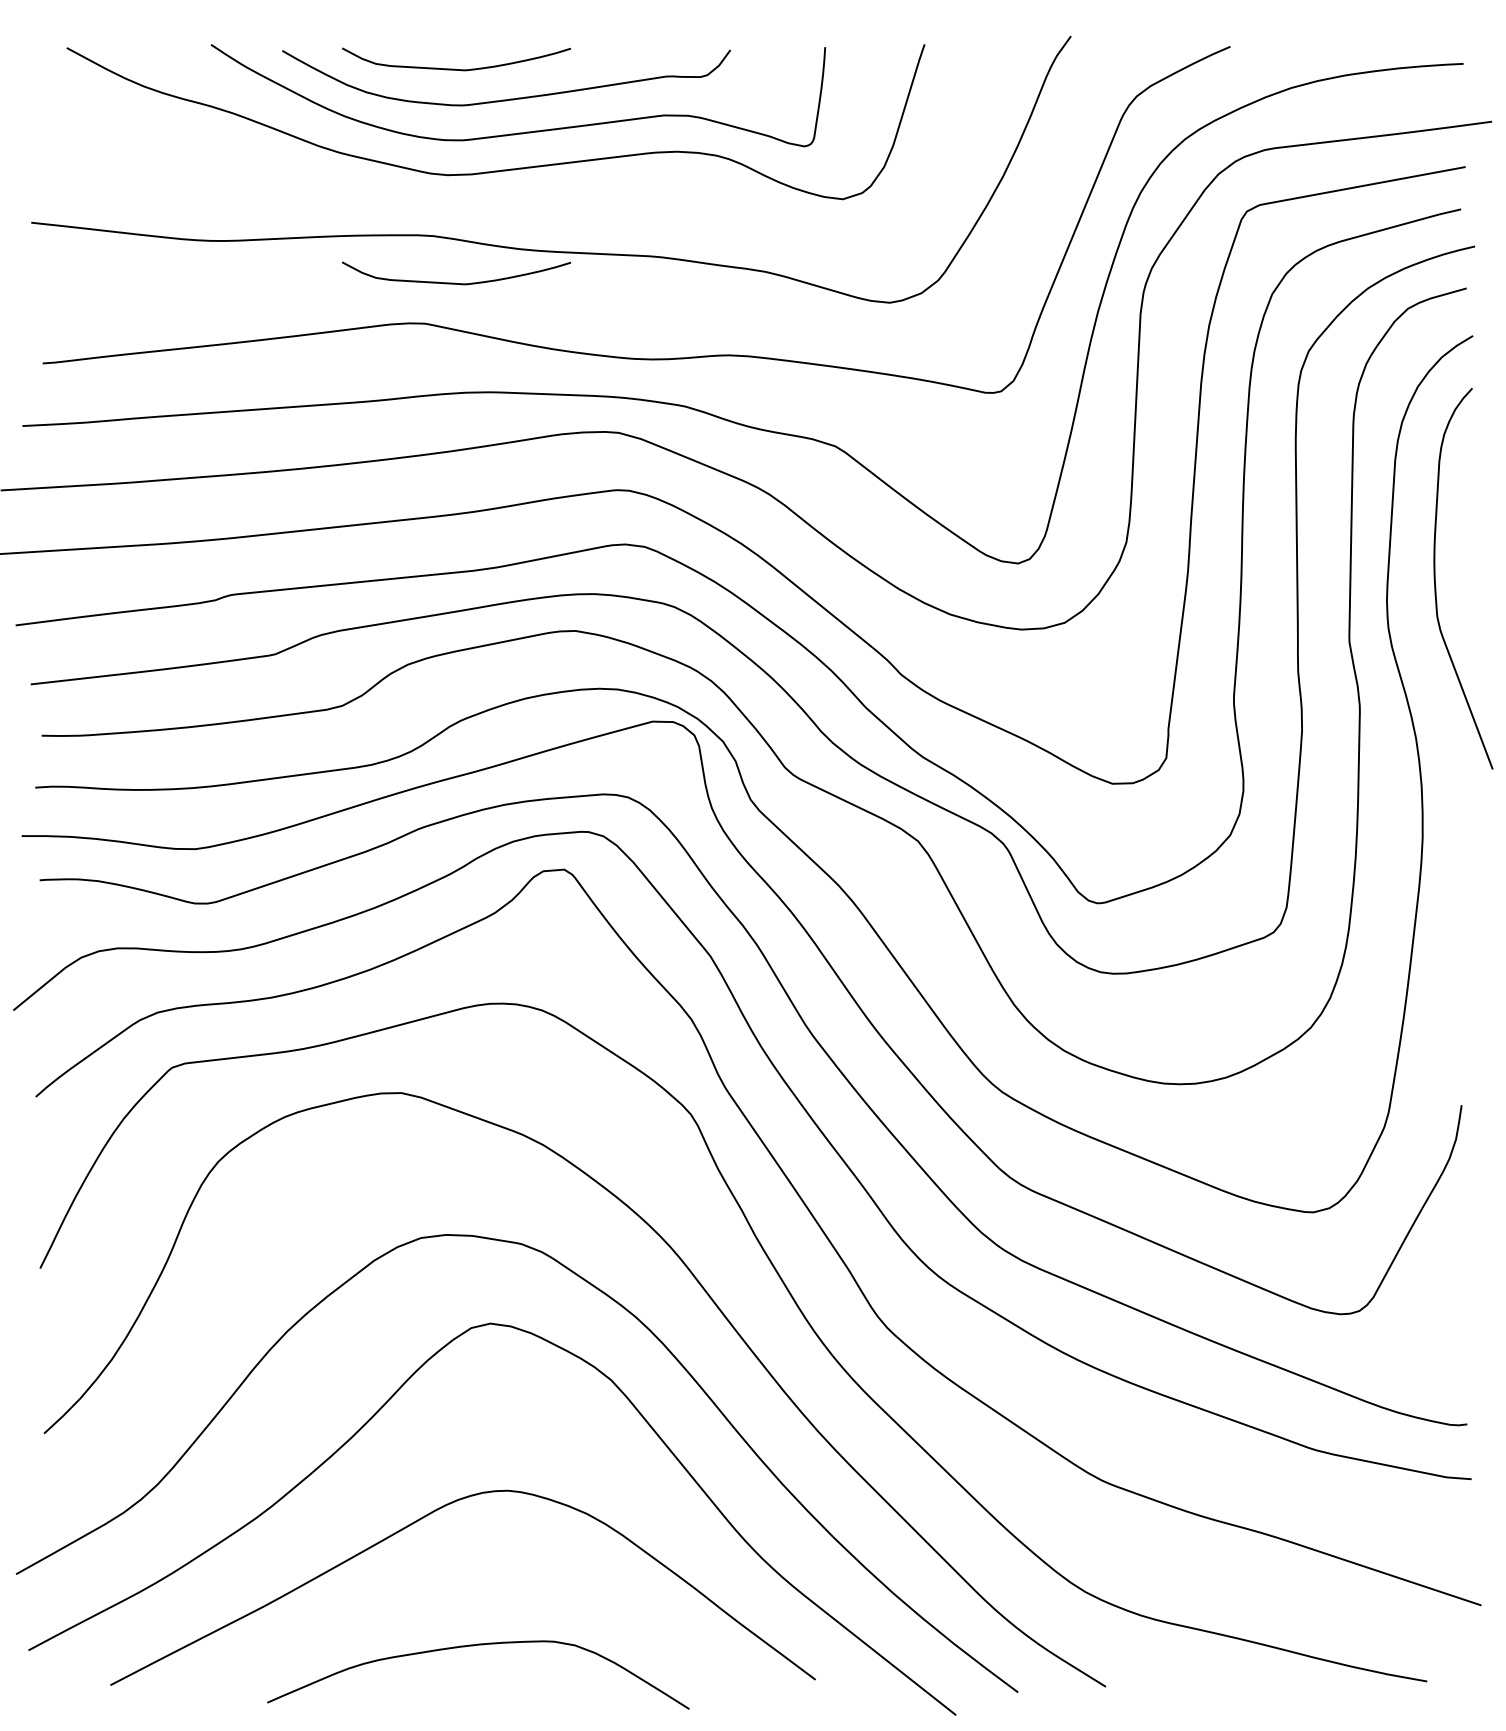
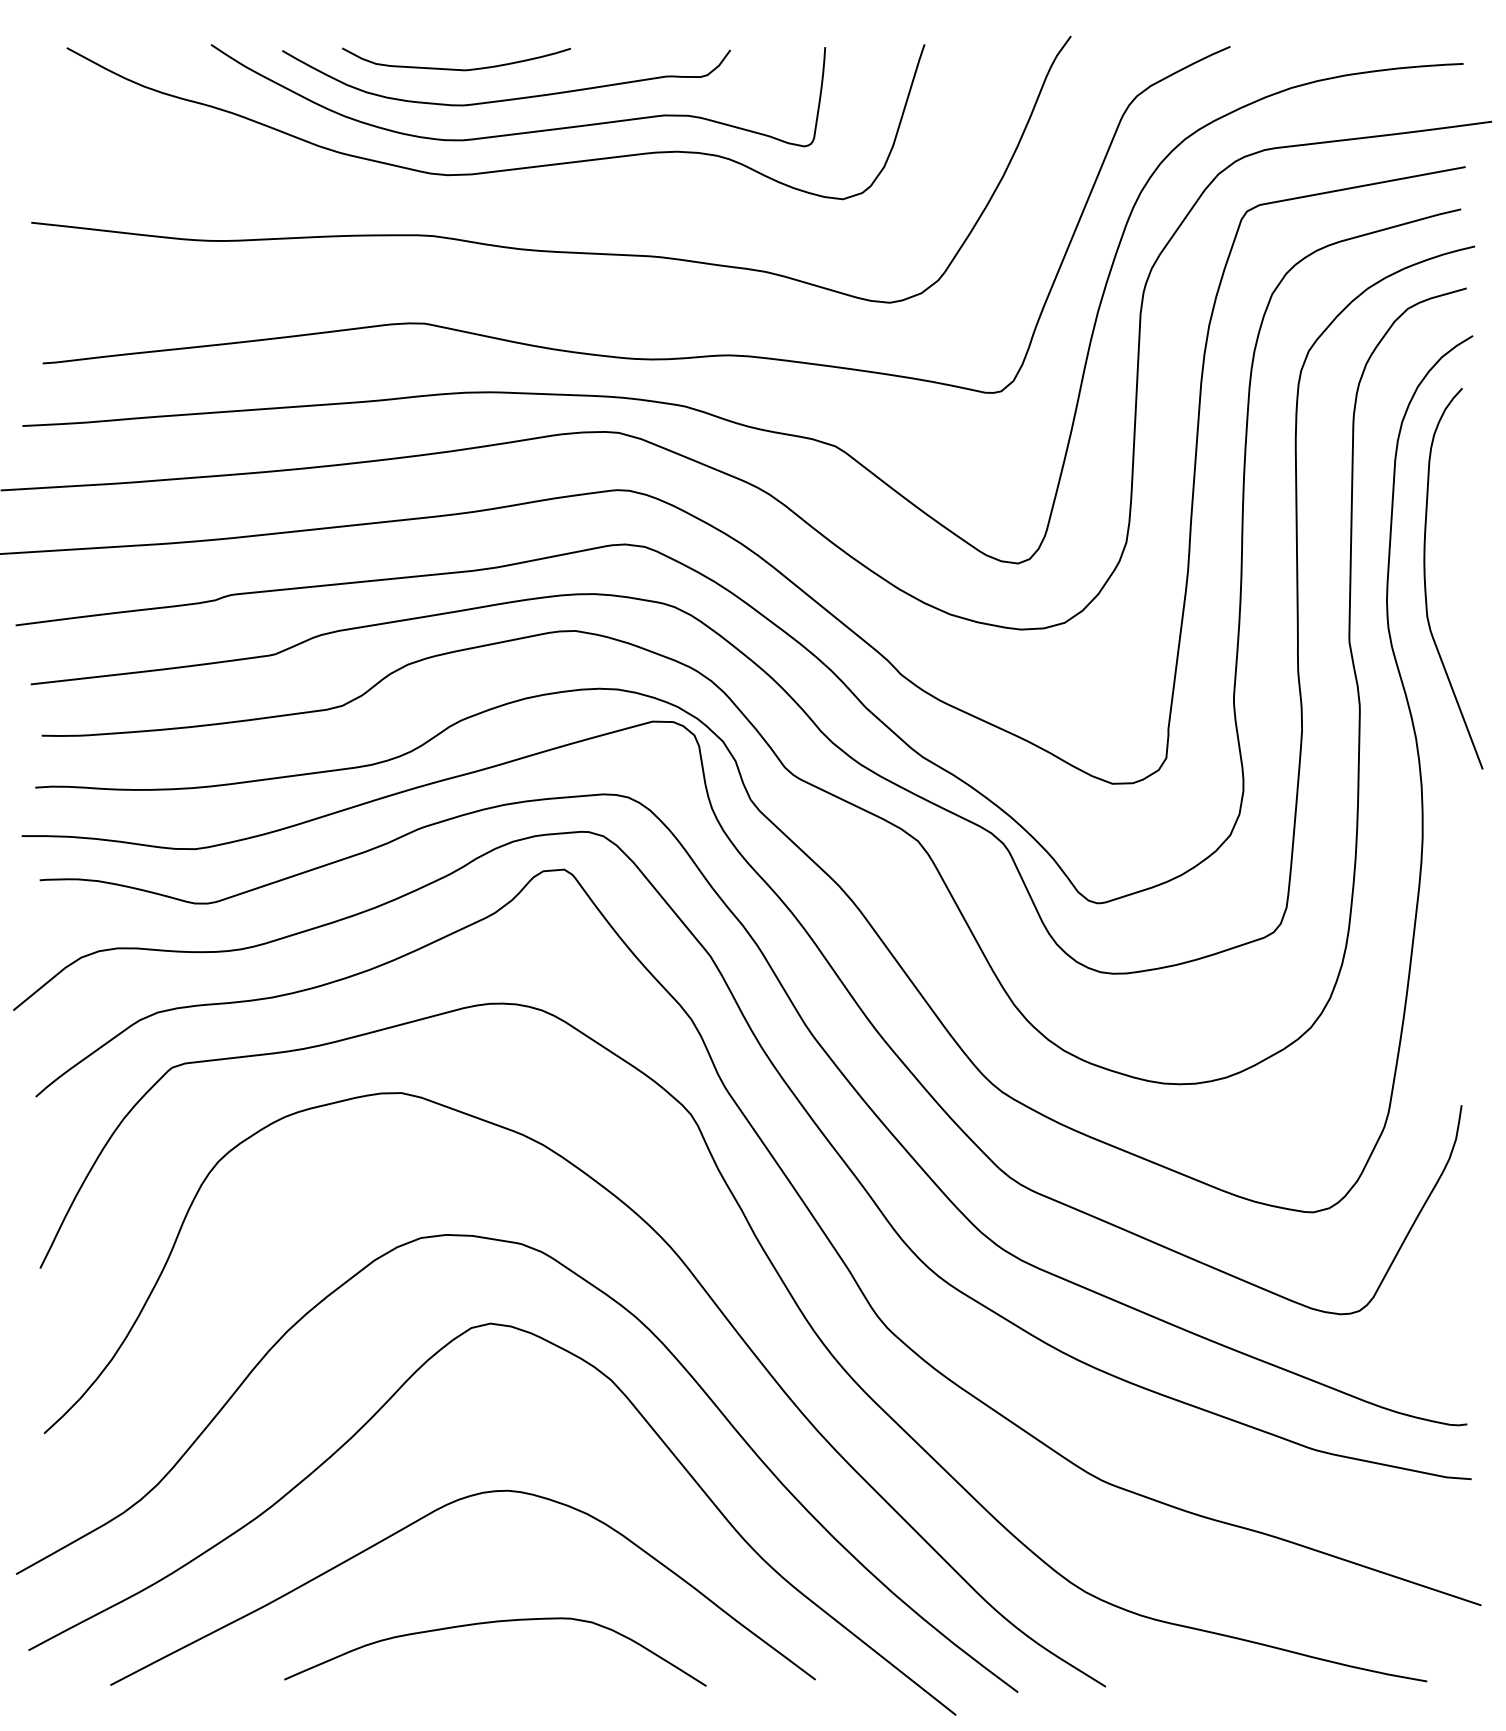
curve at (455, 282): present -> none
curve at (1435, 578) position: (1435, 578) -> (1425, 578)
curve at (473, 1646) position: (473, 1646) -> (490, 1623)
